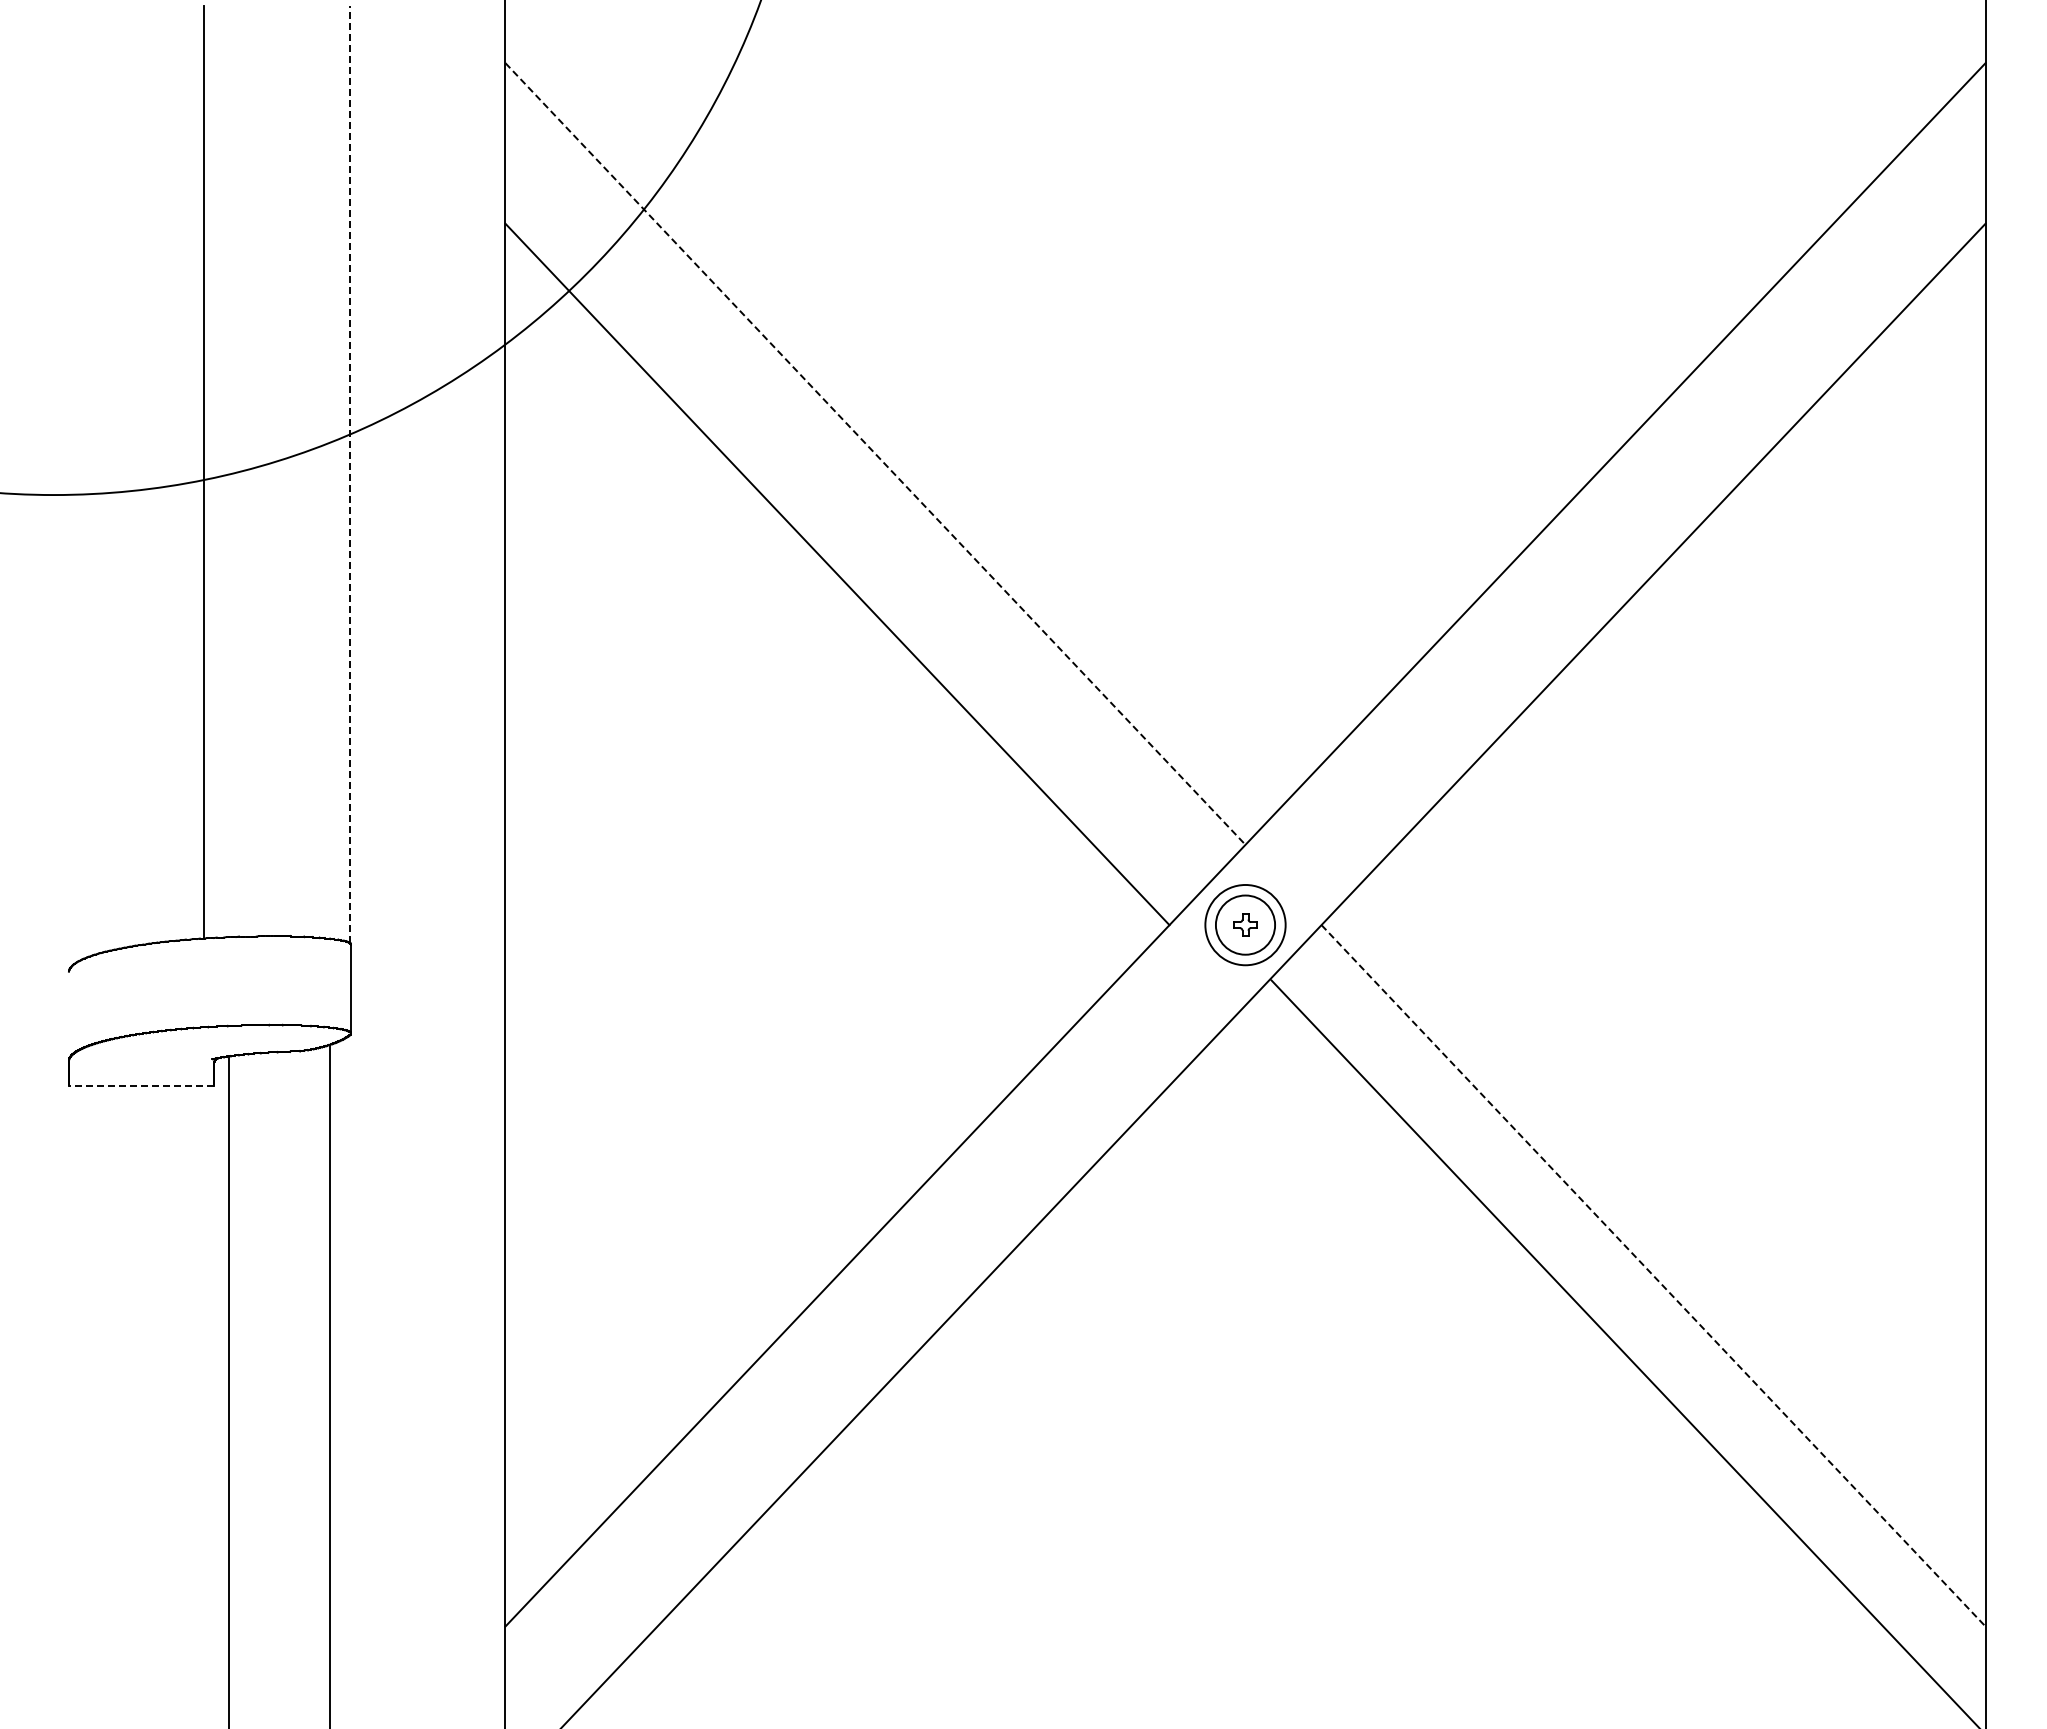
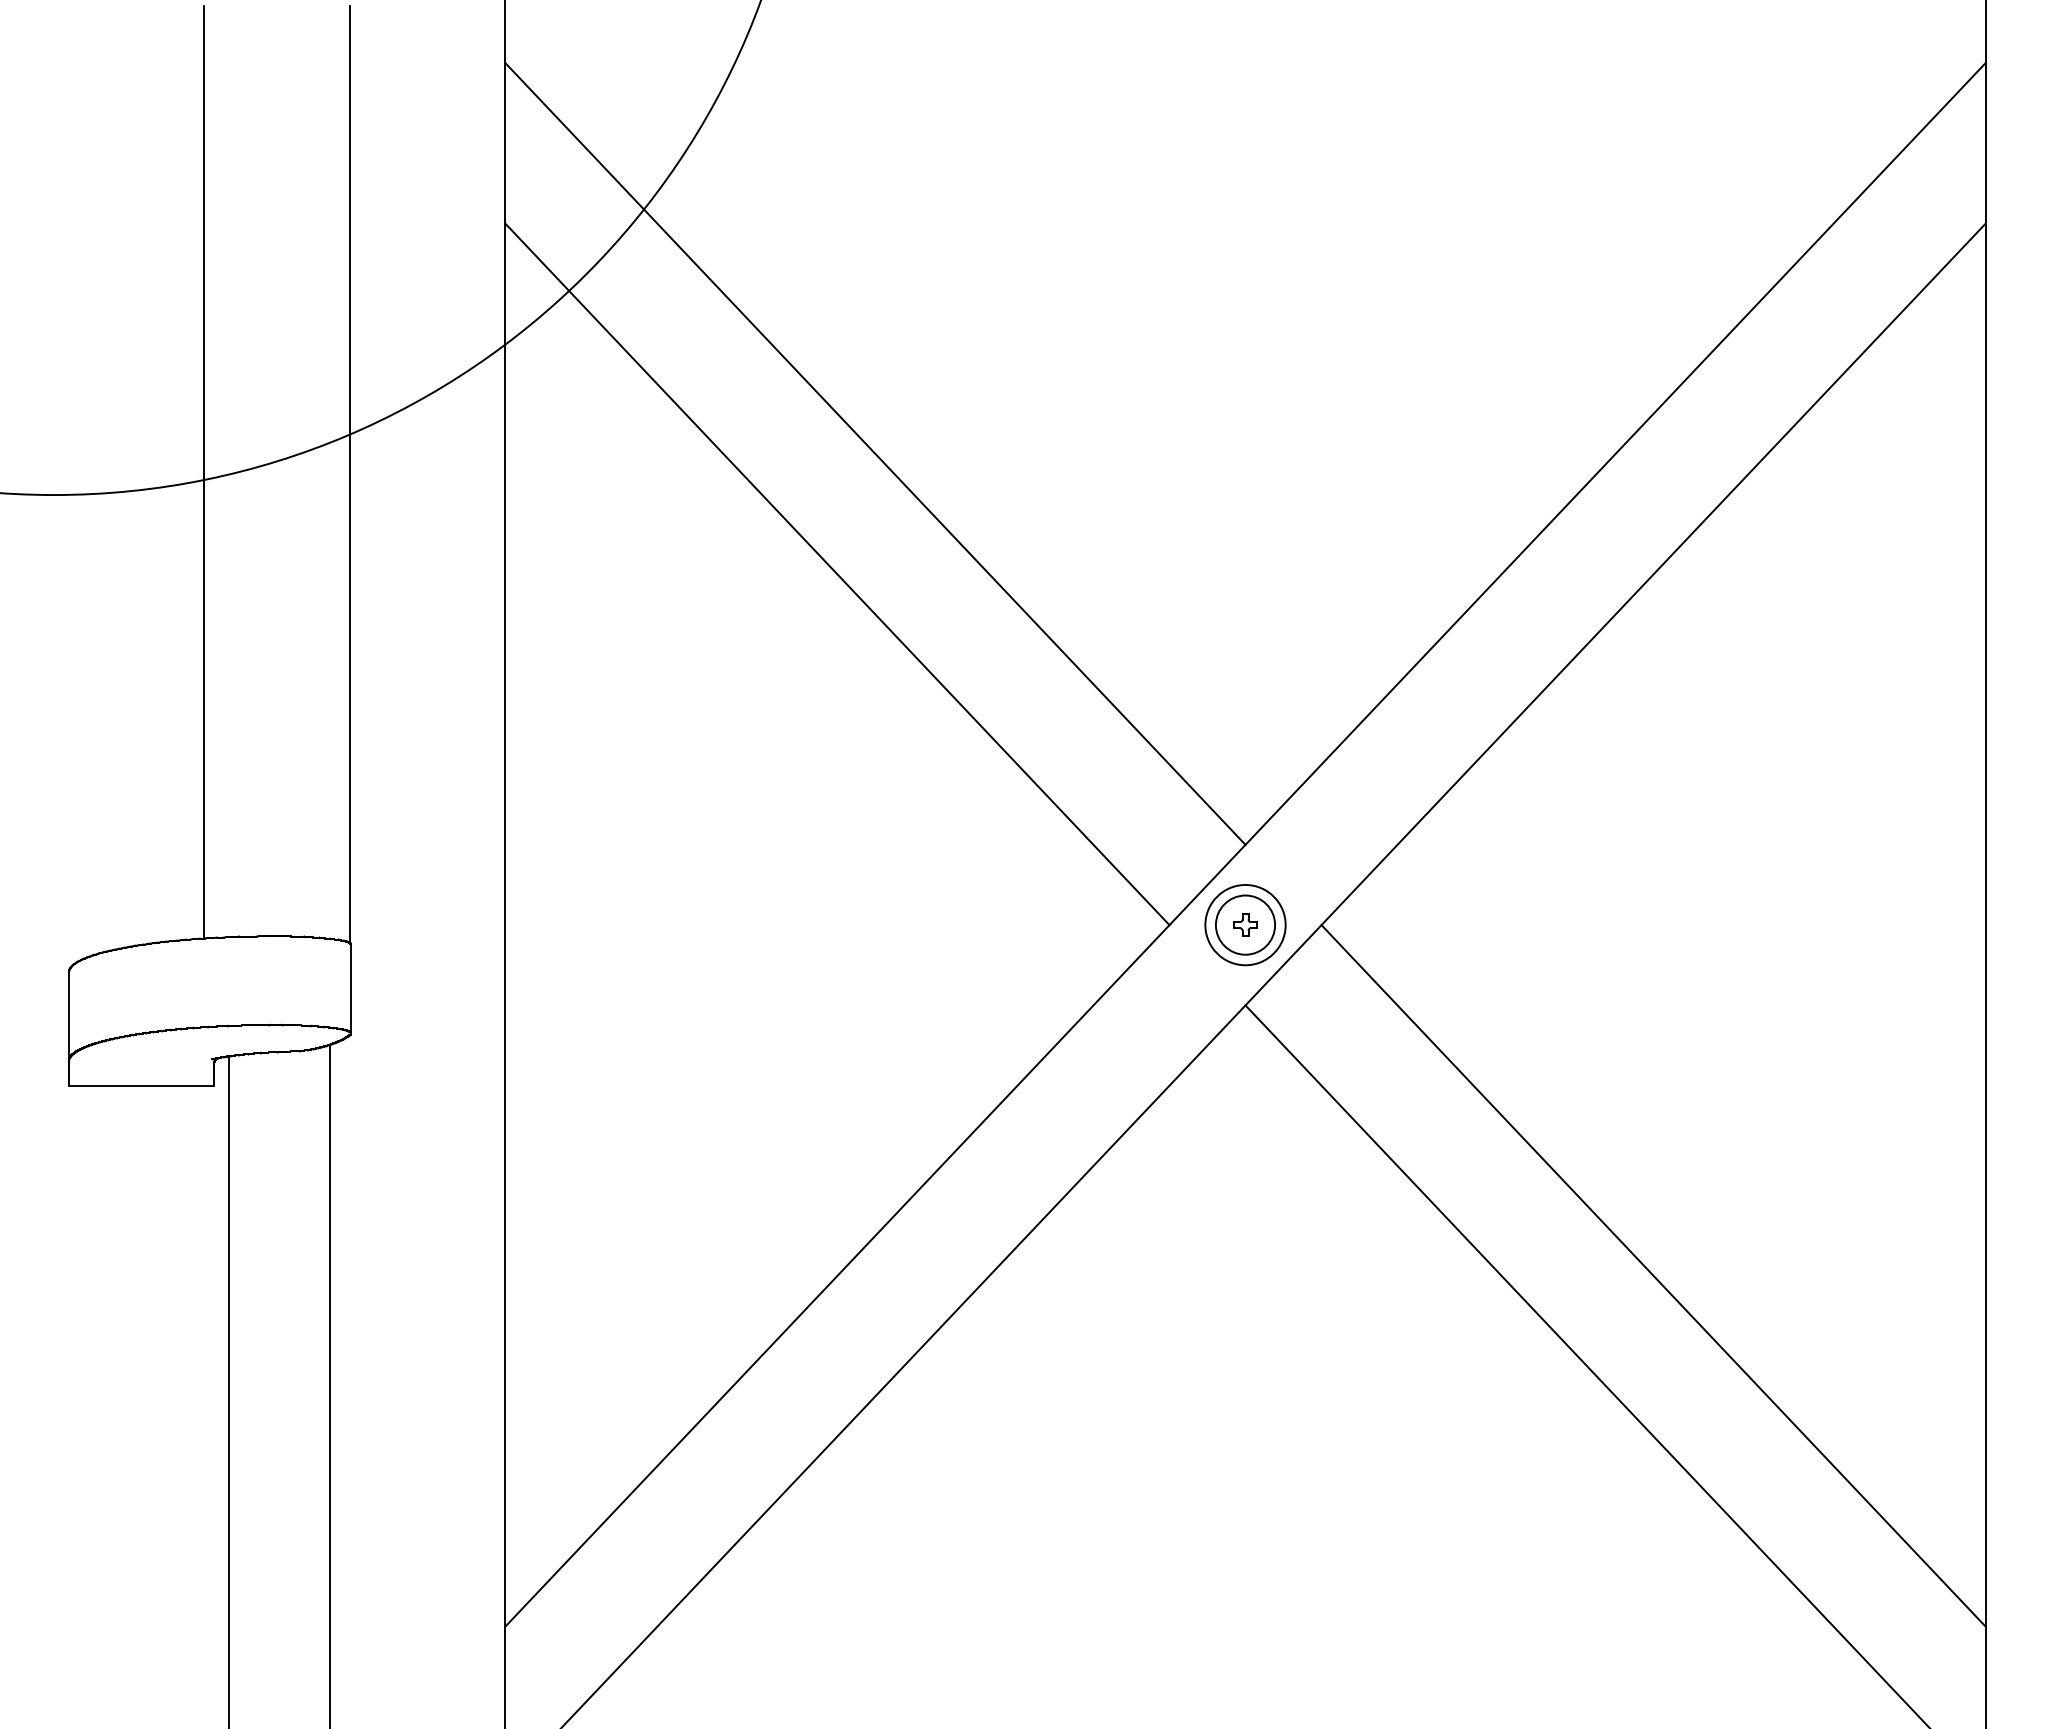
line at (875, 454): dashed -> solid
line at (349, 474): dashed -> solid
line at (68, 1016): none -> present
line at (141, 1085): dashed -> solid
line at (1653, 1275): dashed -> solid
line at (1624, 1352) position: (1624, 1352) -> (1586, 1365)
